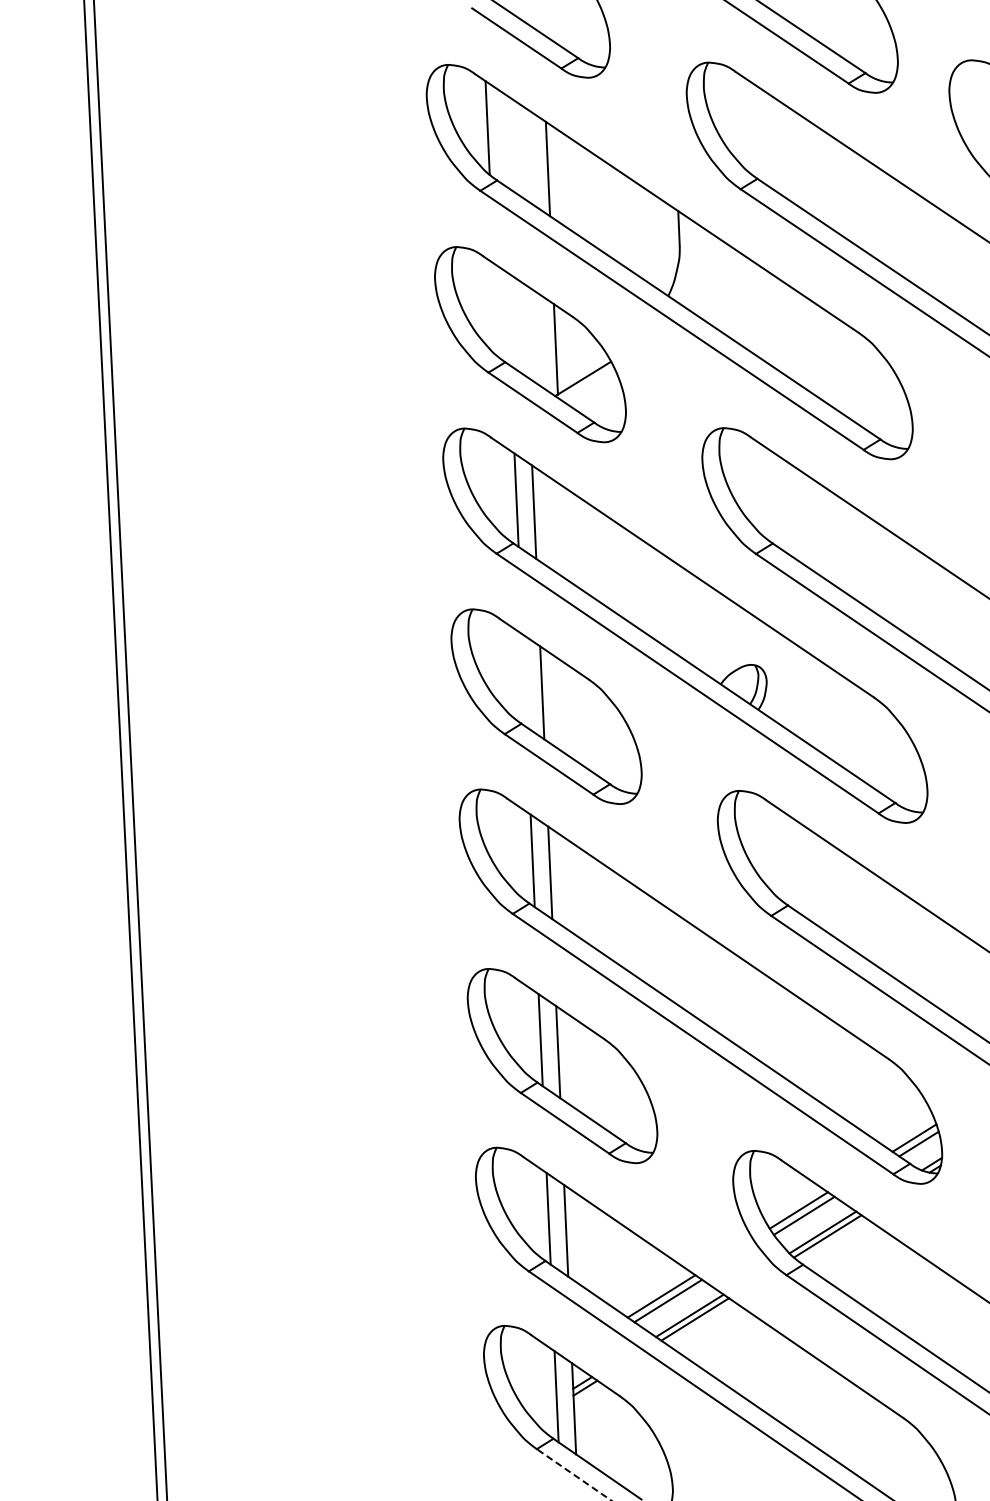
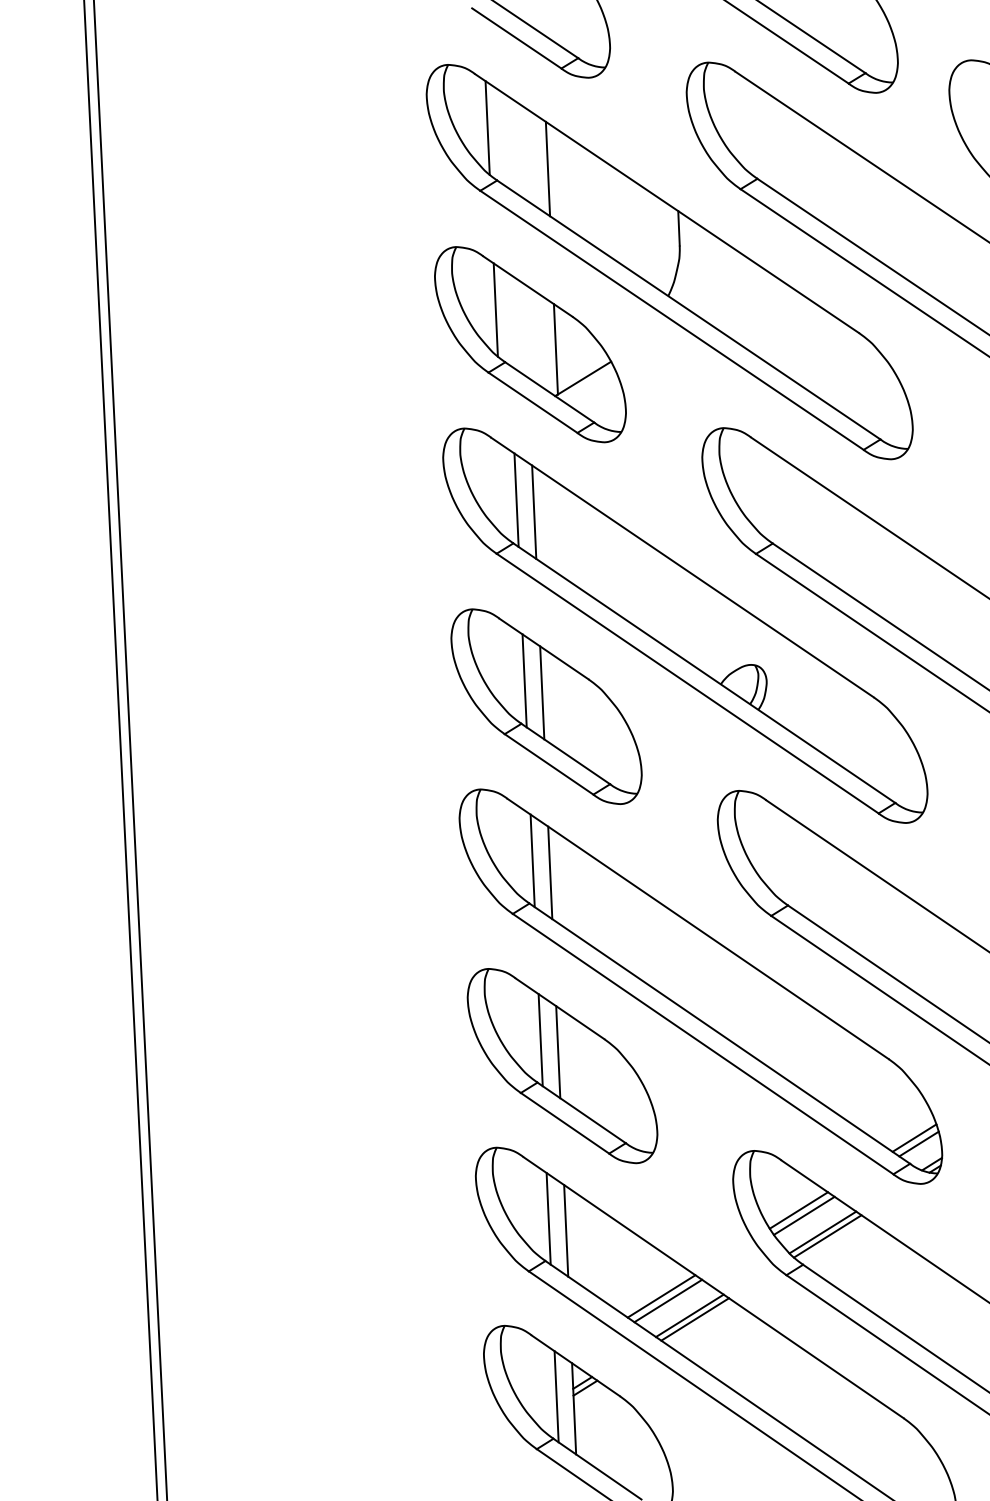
line at (495, 309): none -> present
line at (524, 680): none -> present
line at (573, 1474): dashed -> solid
